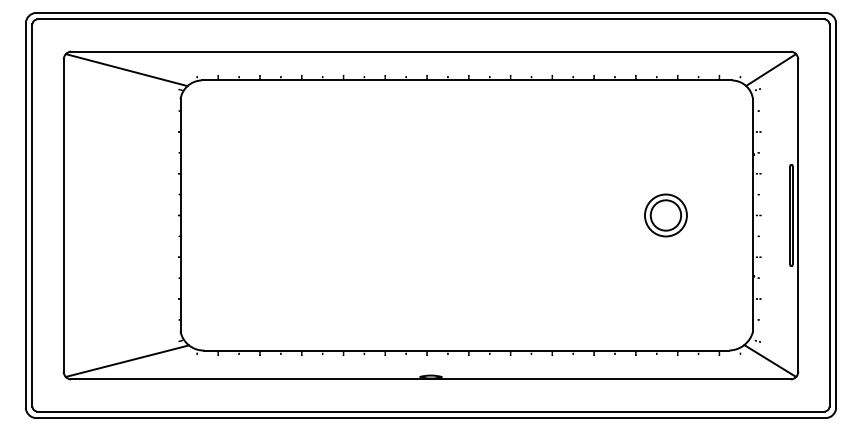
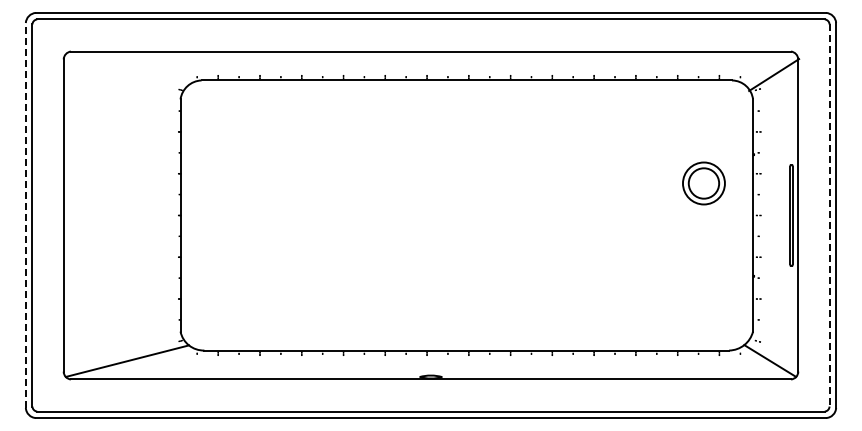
line at (771, 69) position: (771, 69) -> (774, 74)
line at (126, 70): present -> none
line at (25, 215): solid -> dashed
part at (665, 215) position: (665, 215) -> (703, 183)
line at (829, 216): solid -> dashed
